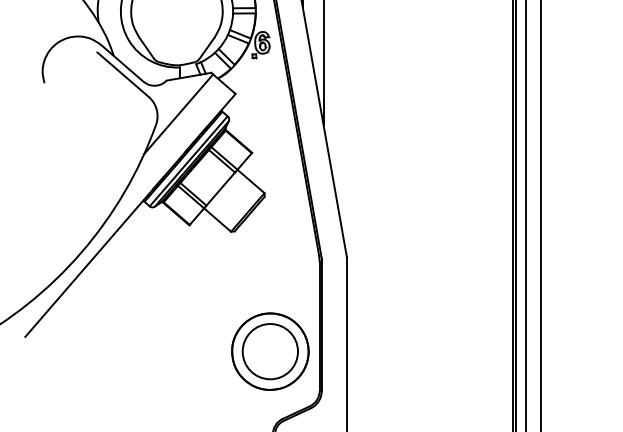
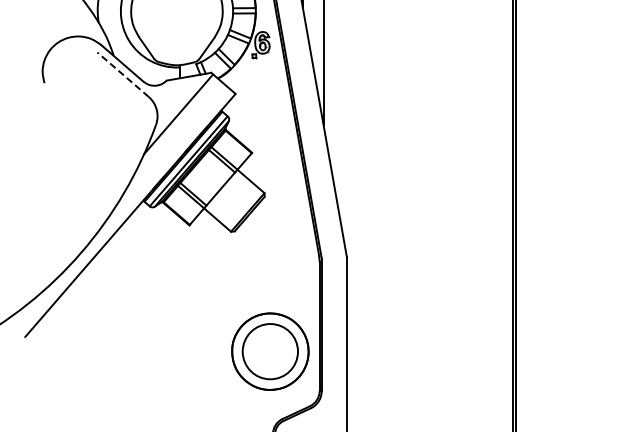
line at (123, 74): solid -> dashed
line at (525, 215): present -> none
line at (540, 215): present -> none
